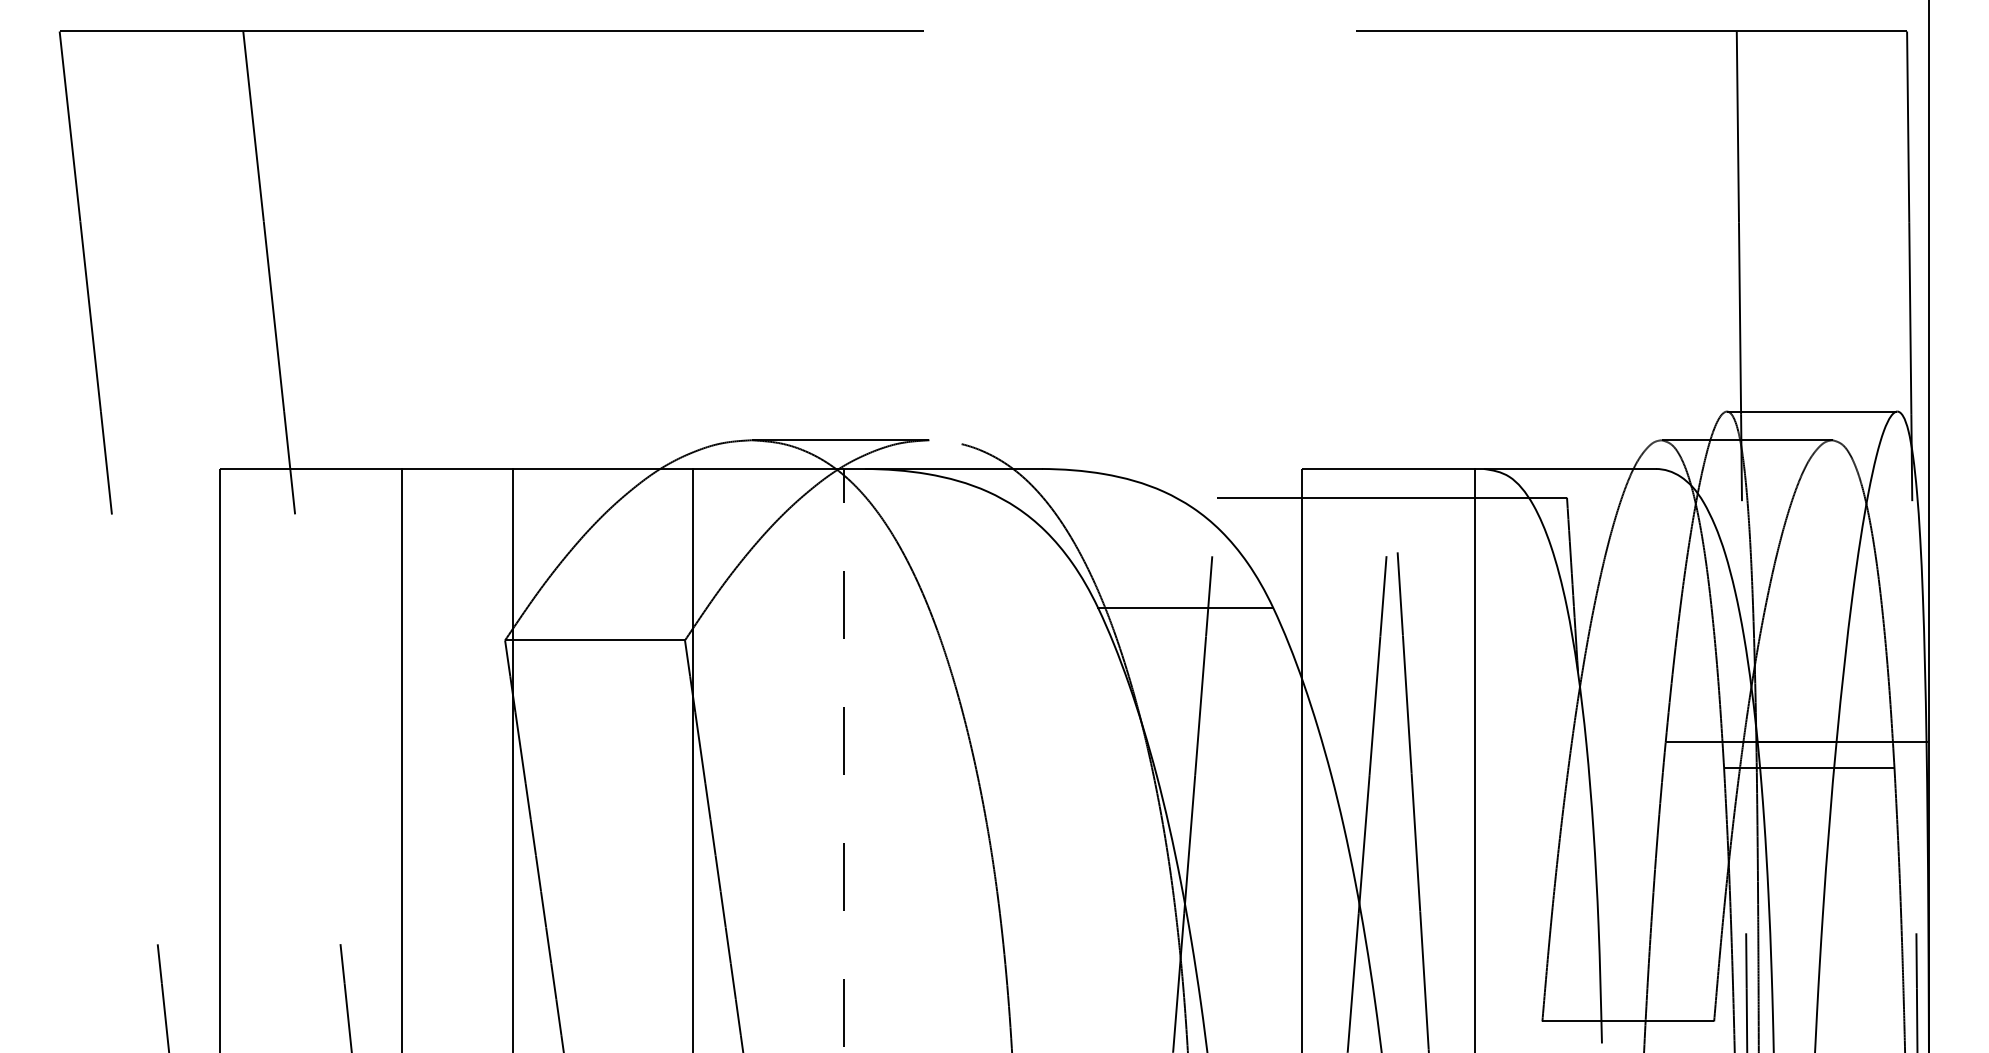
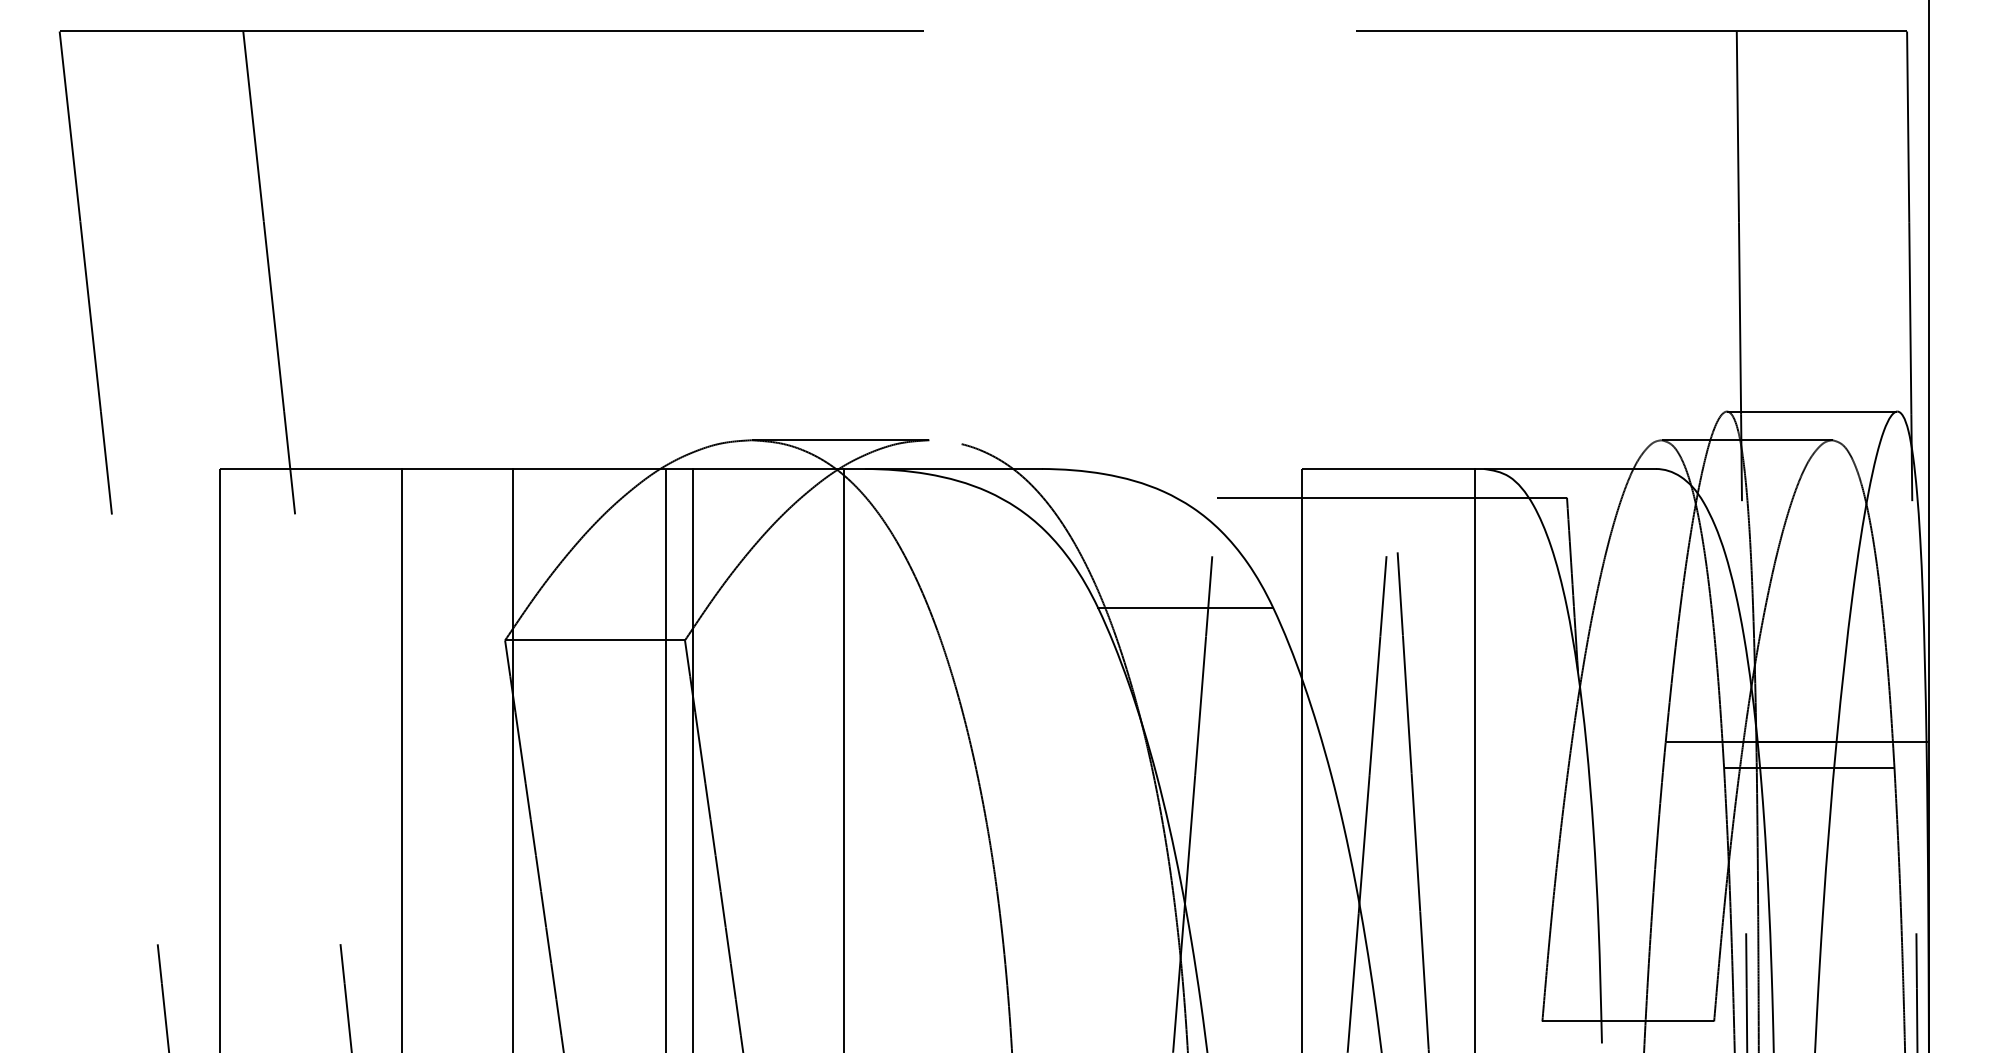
line at (665, 758): none -> present
line at (844, 760): dashed -> solid
